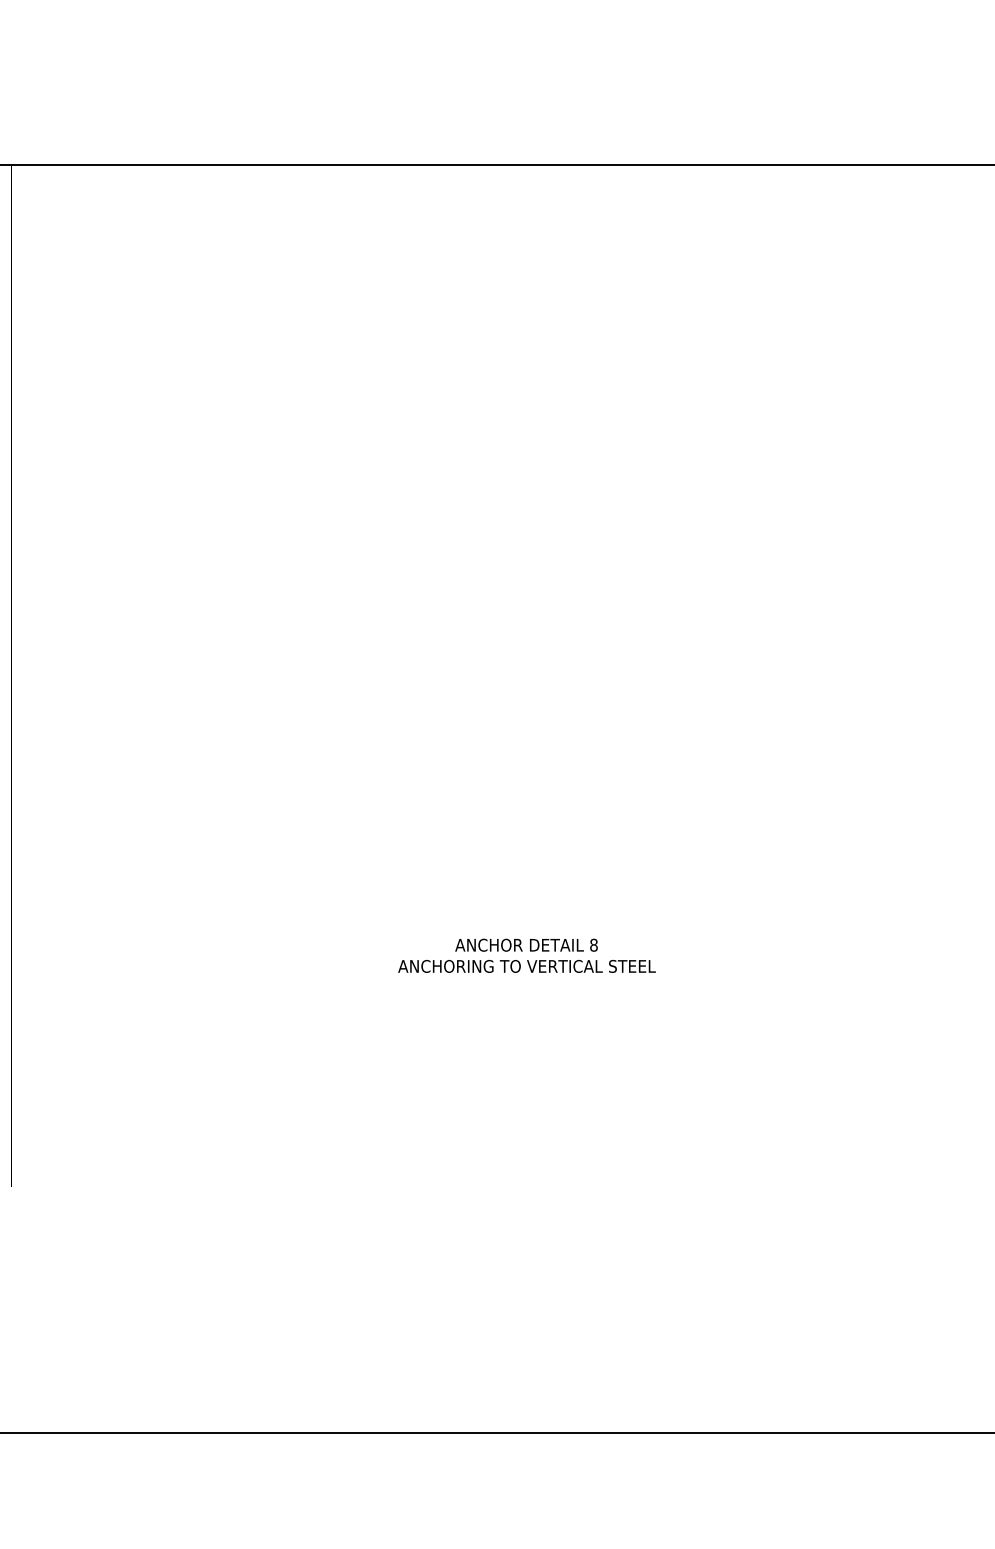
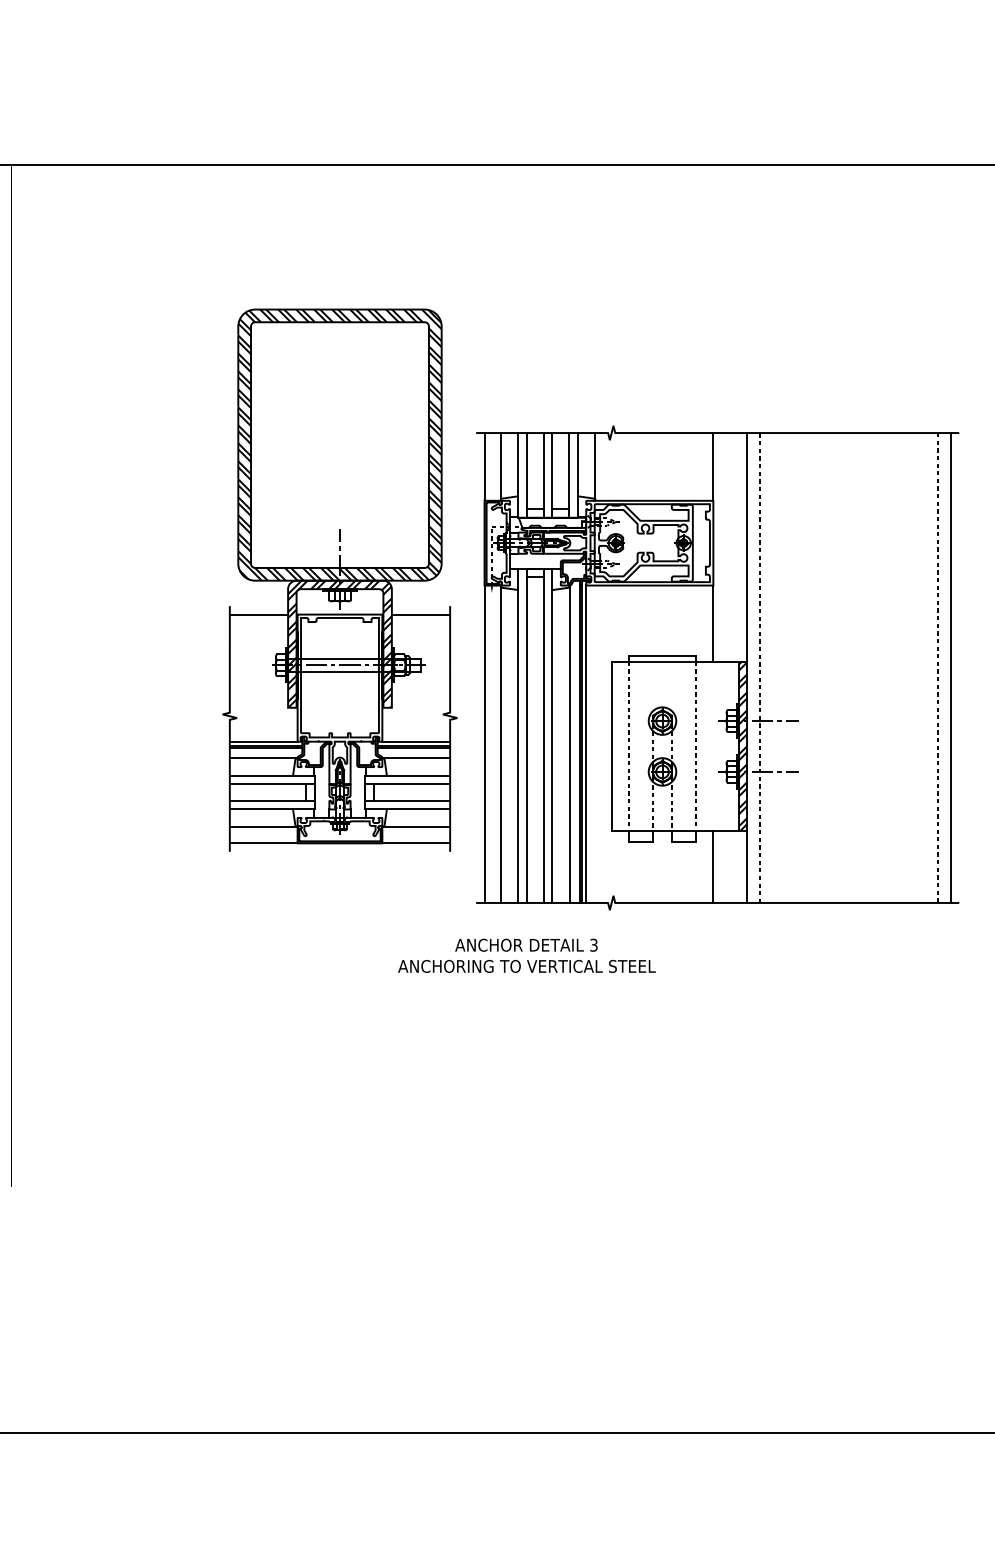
part at (339, 579): none -> present
part at (717, 667): none -> present
text at (593, 944): 8 -> 3
